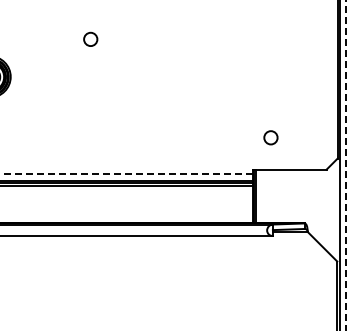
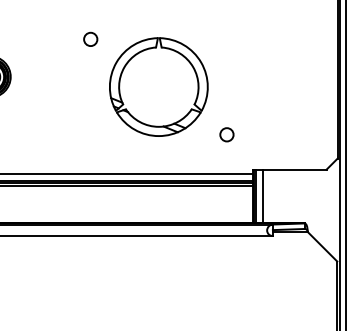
part at (158, 86): none -> present
circle at (270, 137) position: (270, 137) -> (226, 134)
line at (346, 165): dashed -> solid
line at (126, 174): dashed -> solid
line at (262, 196): none -> present
